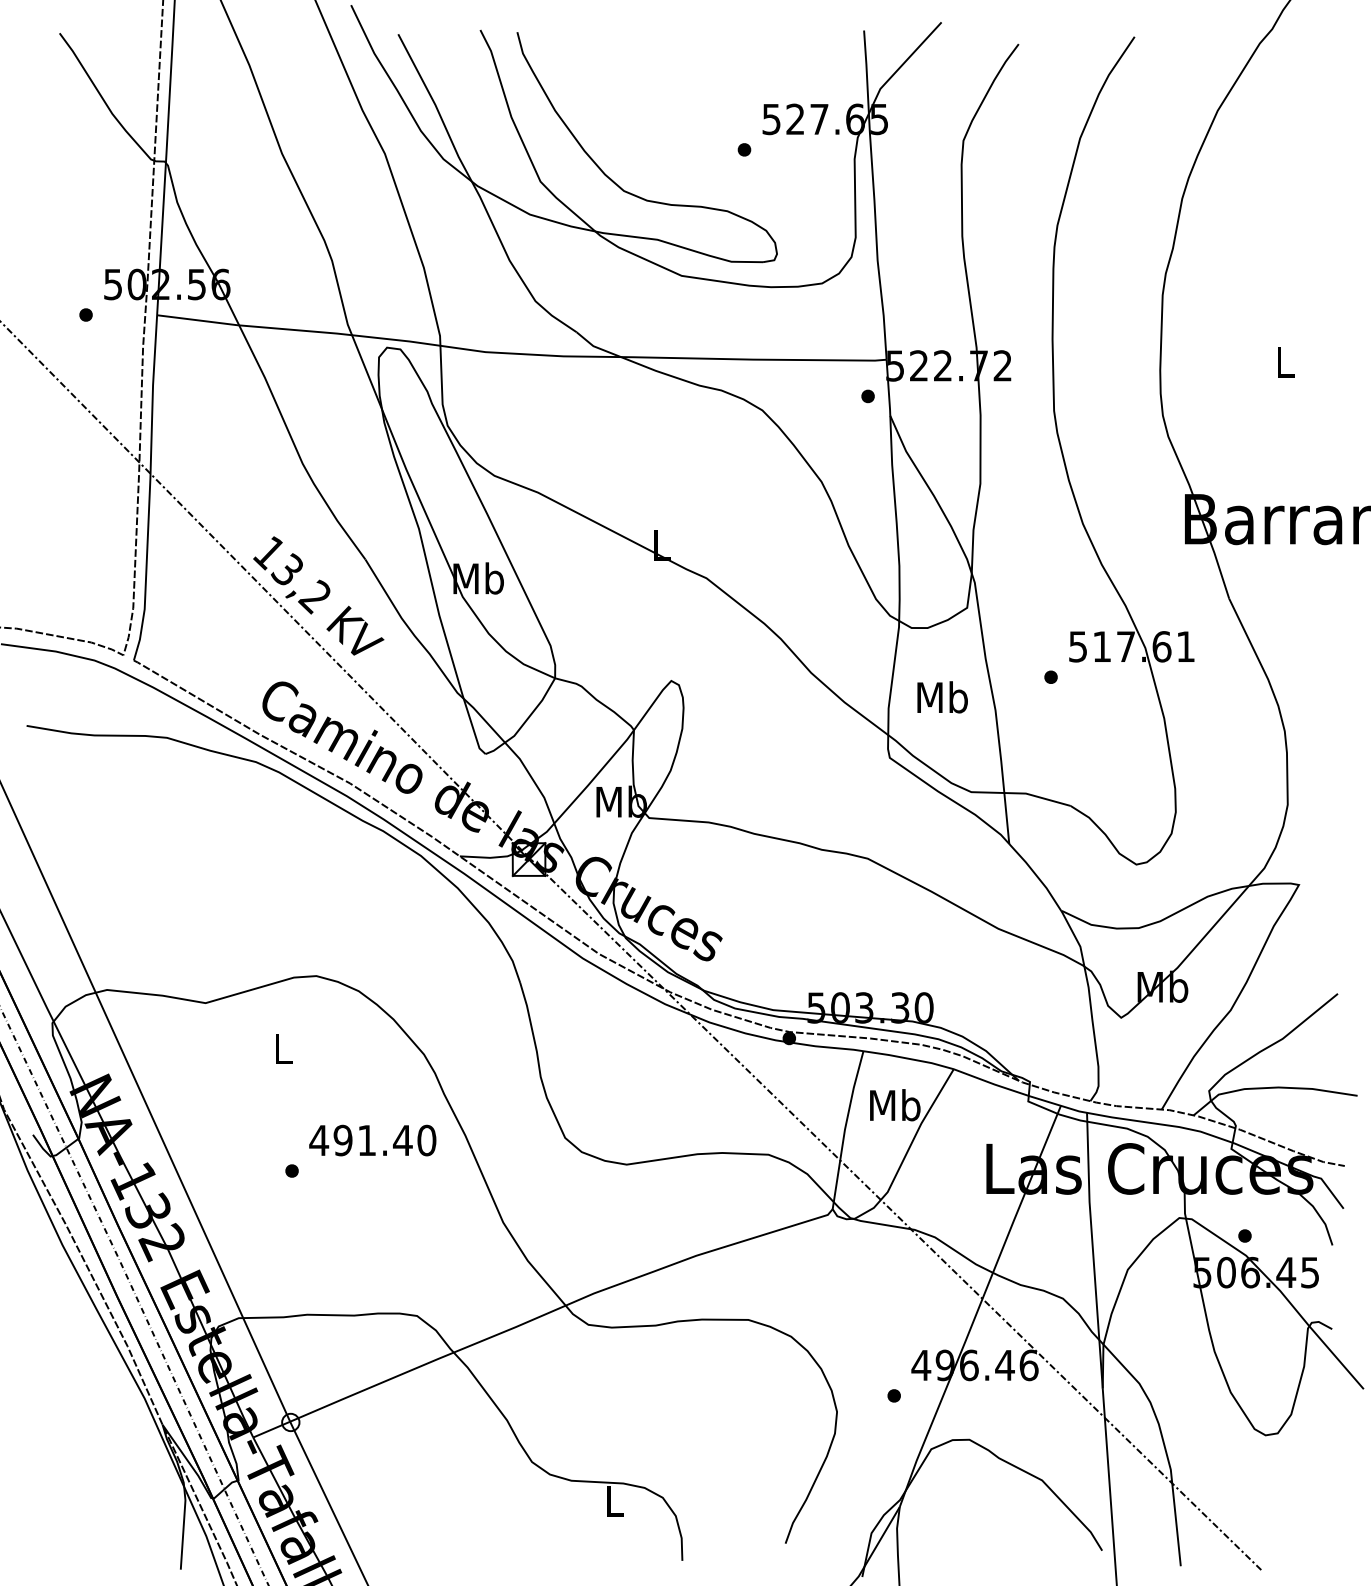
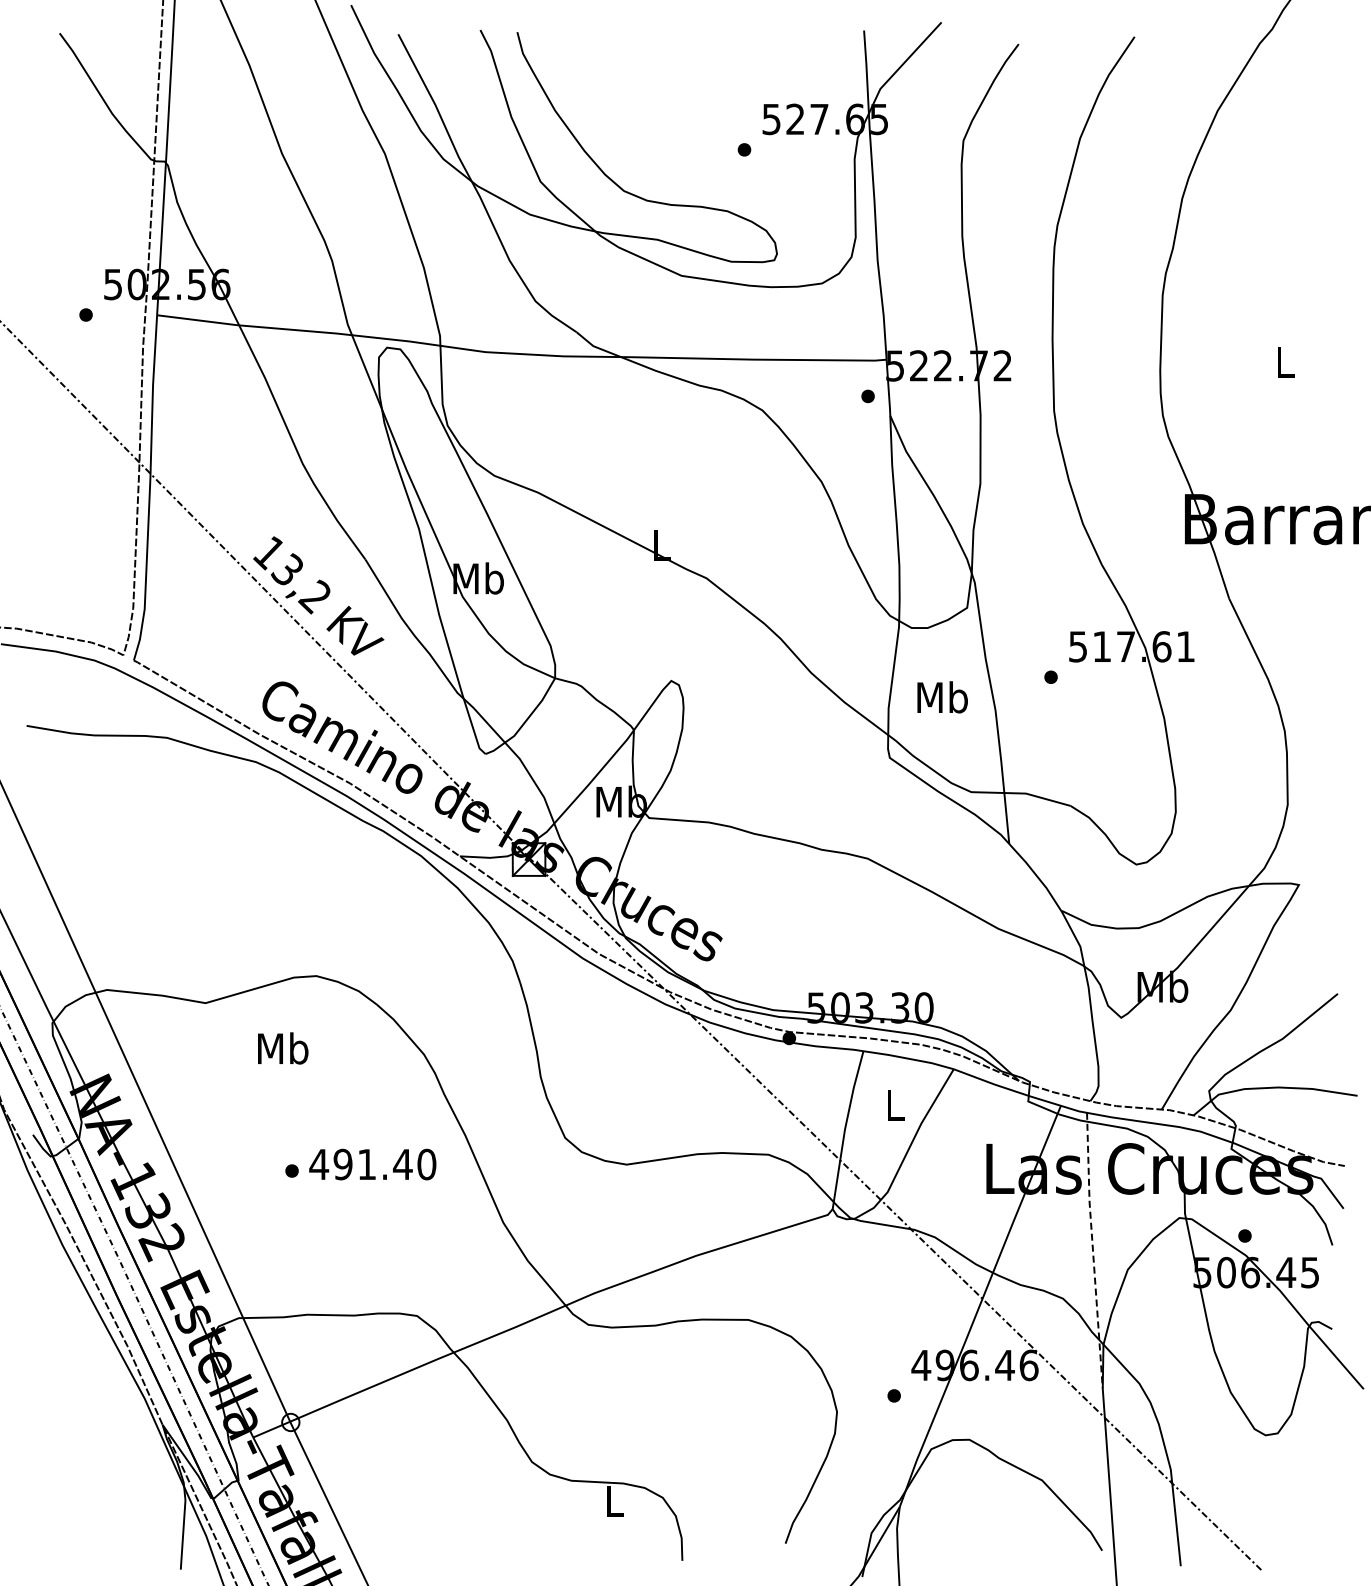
text at (283, 1048): L -> Mb
text at (895, 1105): Mb -> L
text at (372, 1140) position: (372, 1140) -> (372, 1164)
line at (1093, 1250): solid -> dashed
